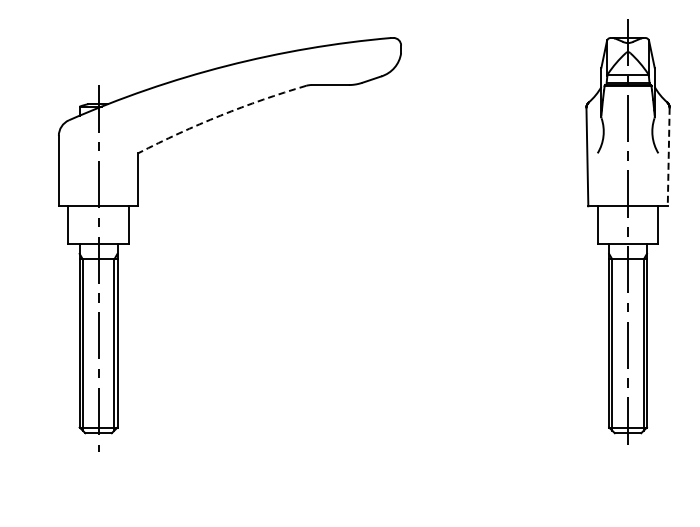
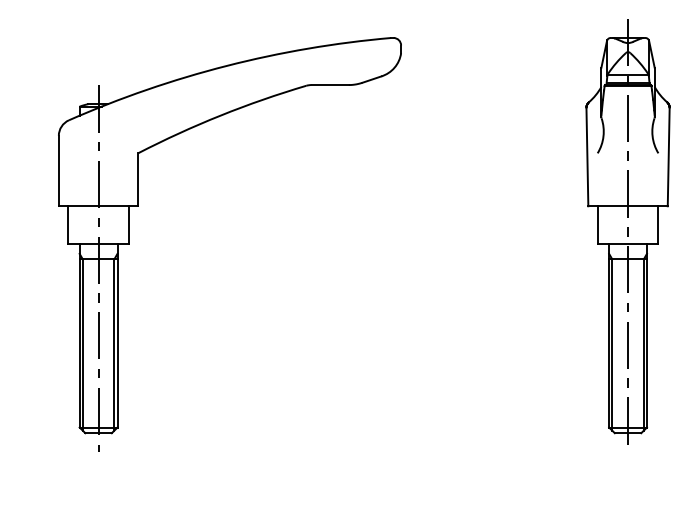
arc at (220, 115): dashed -> solid
line at (668, 157): dashed -> solid
